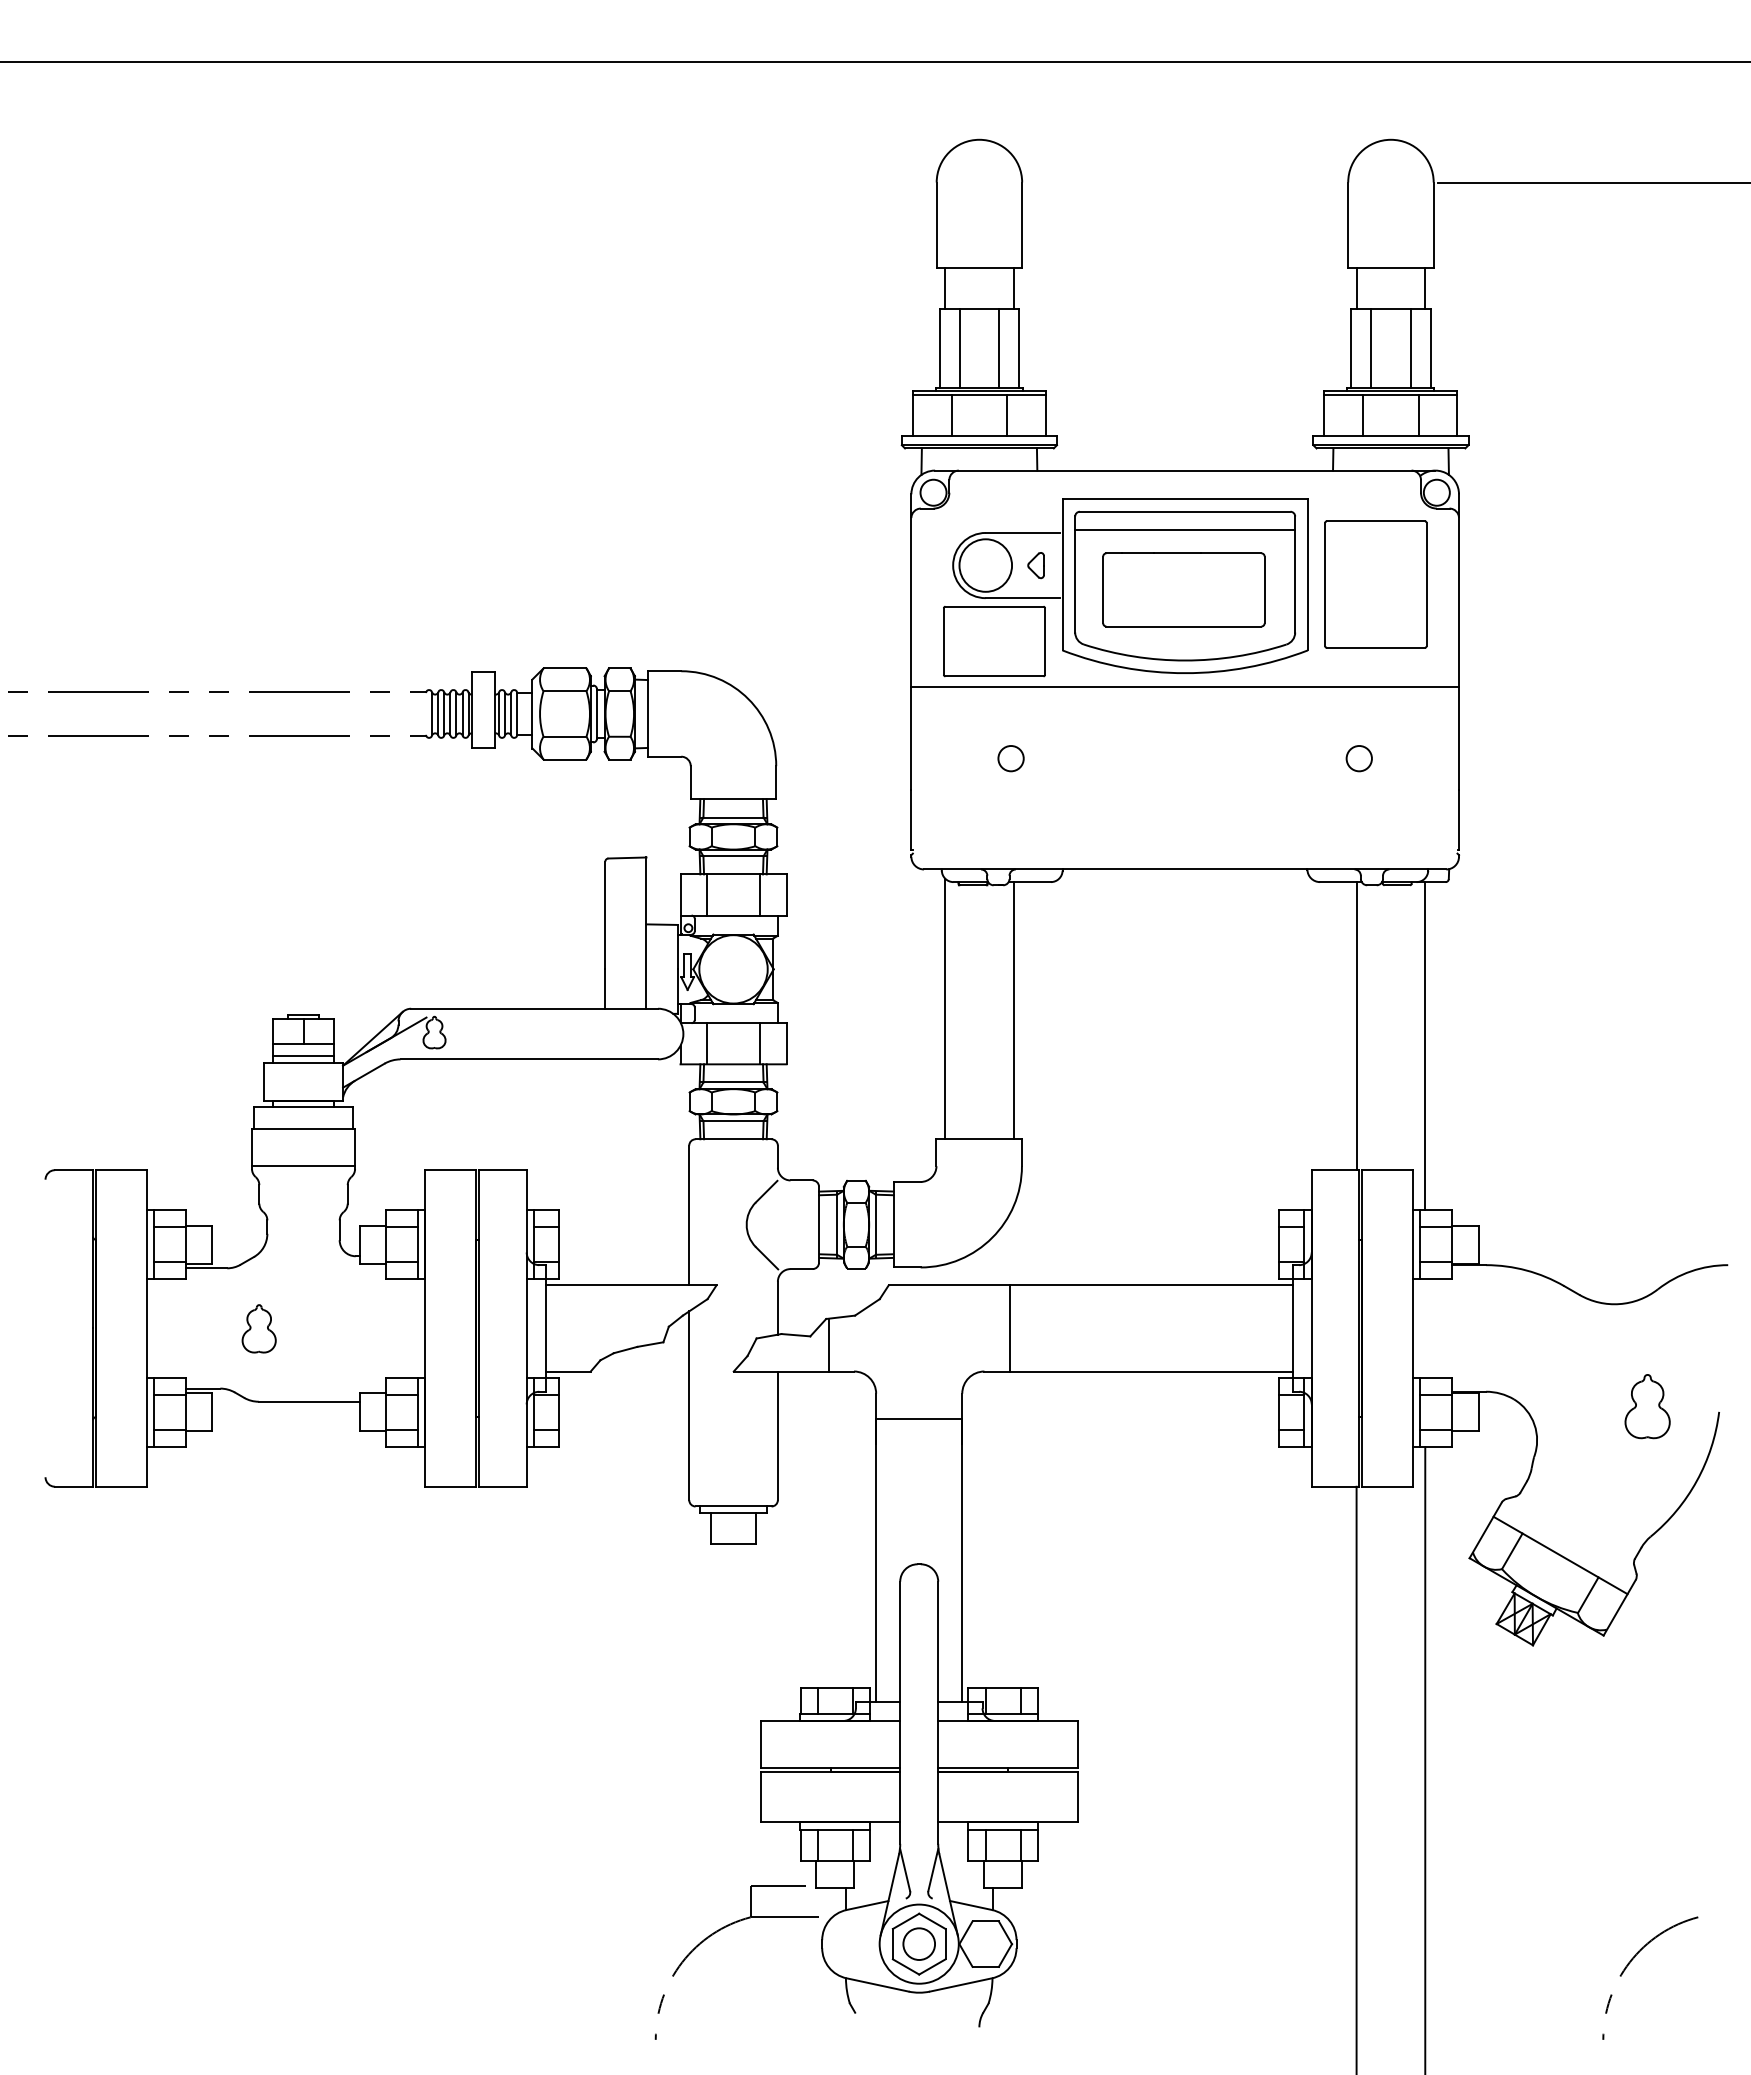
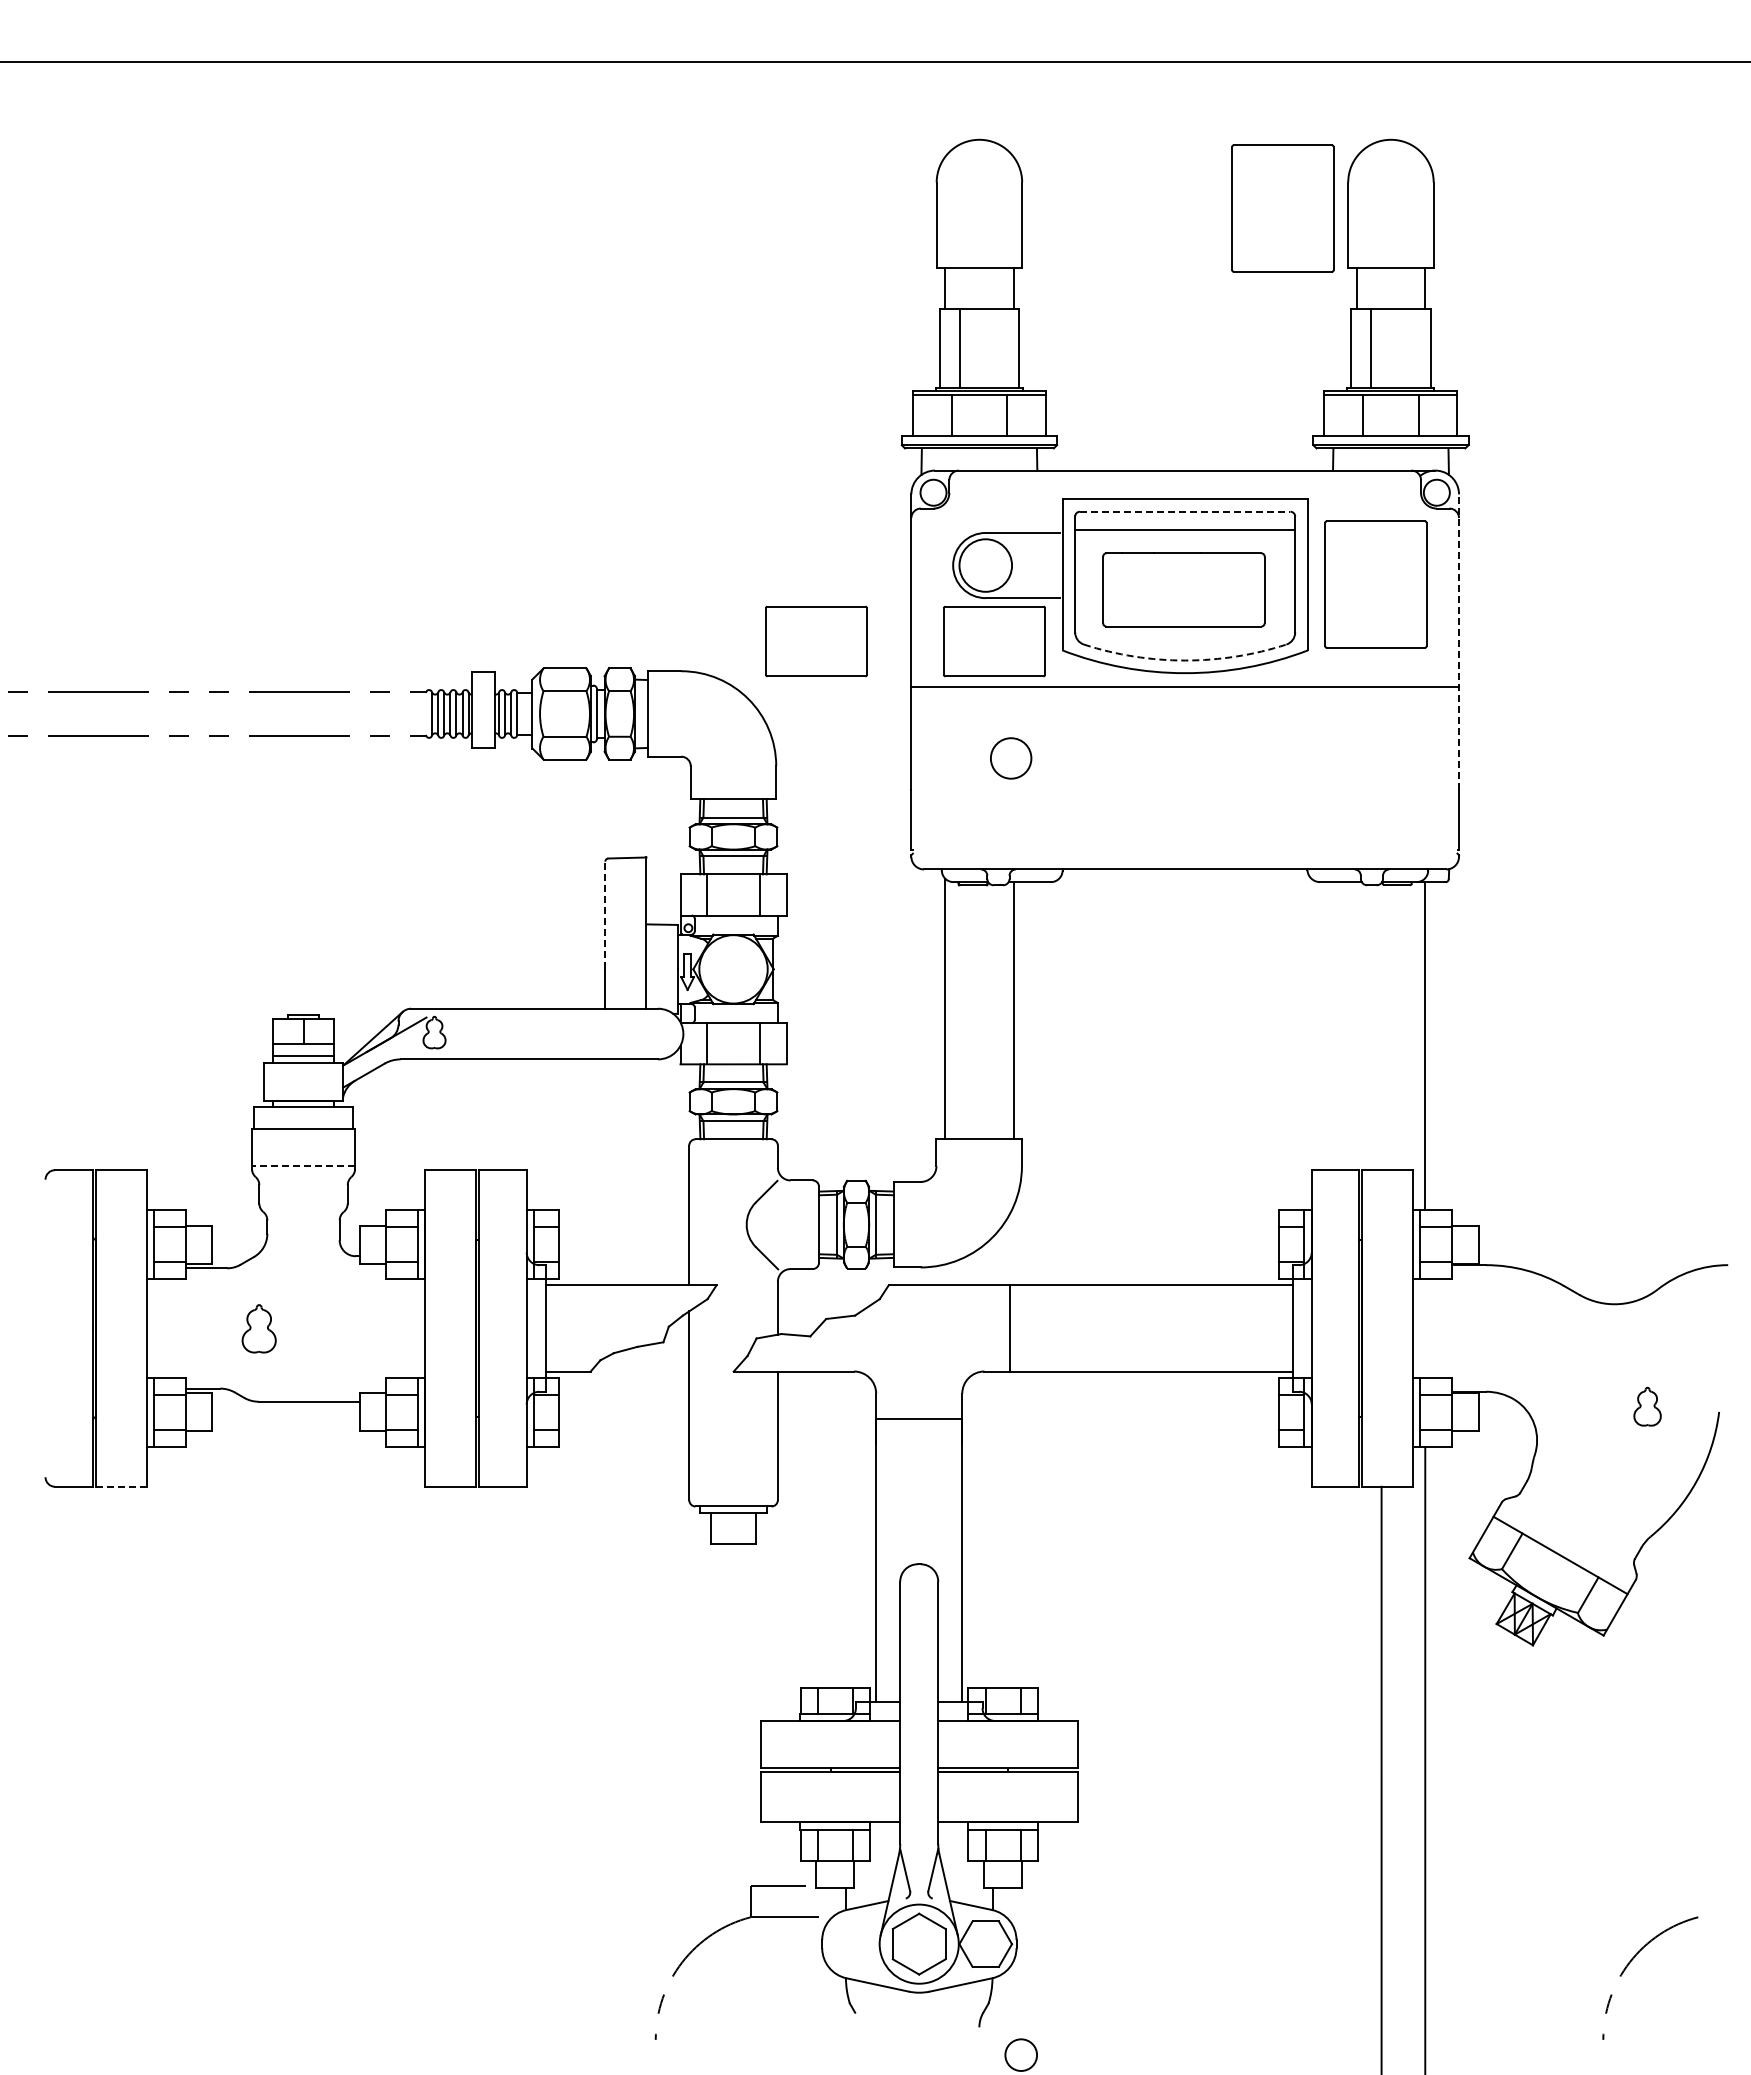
line at (1592, 182): present -> none
part at (1282, 208): none -> present
line at (999, 348): present -> none
line at (1410, 348): present -> none
line at (1185, 511): solid -> dashed
part at (1035, 565): present -> none
part at (816, 641): none -> present
line at (1459, 642): solid -> dashed
arc at (1185, 660): solid -> dashed
circle at (1010, 758) size: 28x28 px -> 43x43 px
circle at (1358, 758): present -> none
line at (605, 915): solid -> dashed
line at (1356, 1026): present -> none
line at (303, 1166): solid -> dashed
line at (828, 1344): present -> none
part at (1647, 1406) size: 47x66 px -> 29x41 px
line at (122, 1486): solid -> dashed
line at (1356, 1778) position: (1356, 1778) -> (1381, 1778)
circle at (918, 1943) position: (918, 1943) -> (1020, 2054)
